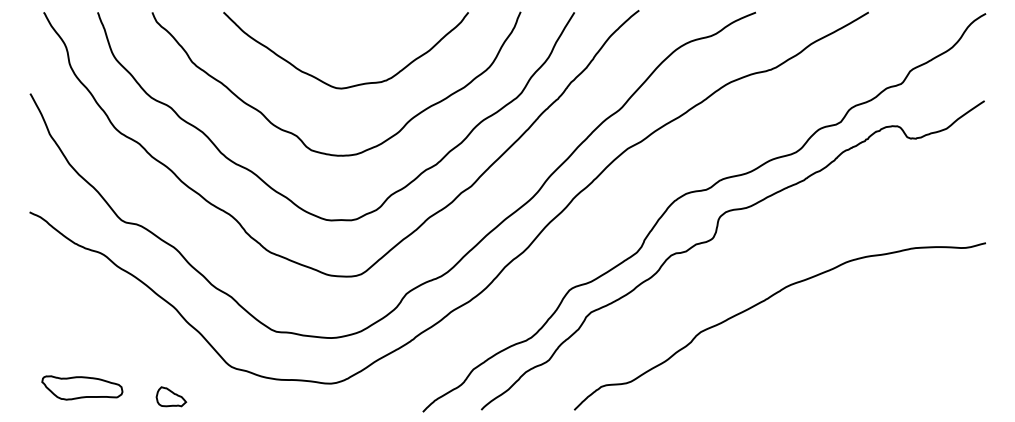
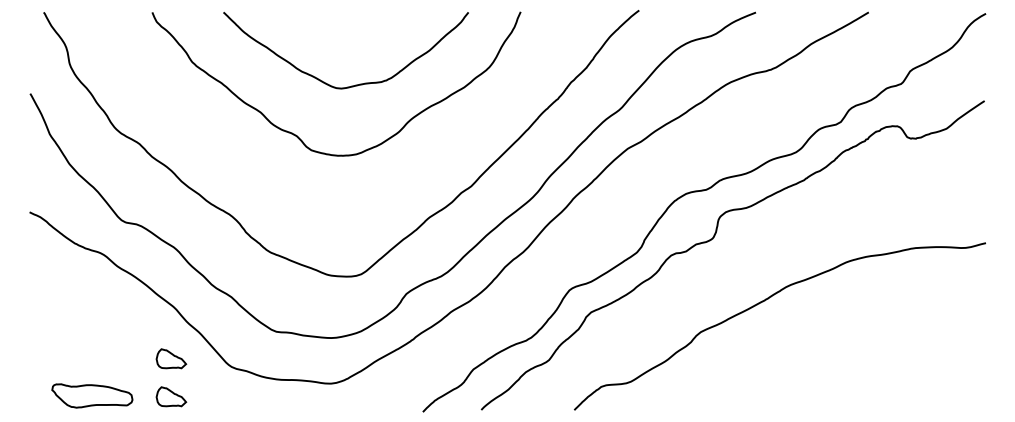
curve at (283, 194): present -> none
part at (171, 358): none -> present
part at (82, 387) position: (82, 387) -> (92, 395)
